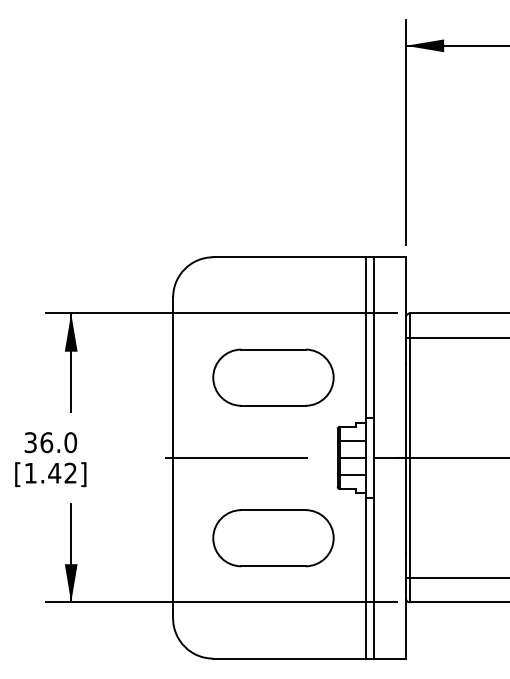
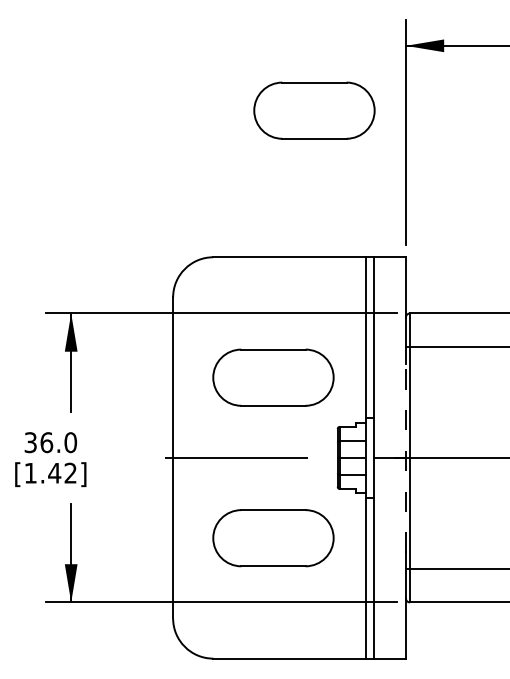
part at (314, 110): none -> present
line at (455, 337) position: (455, 337) -> (455, 346)
line at (405, 457): solid -> dashed
line at (455, 578) position: (455, 578) -> (455, 569)
